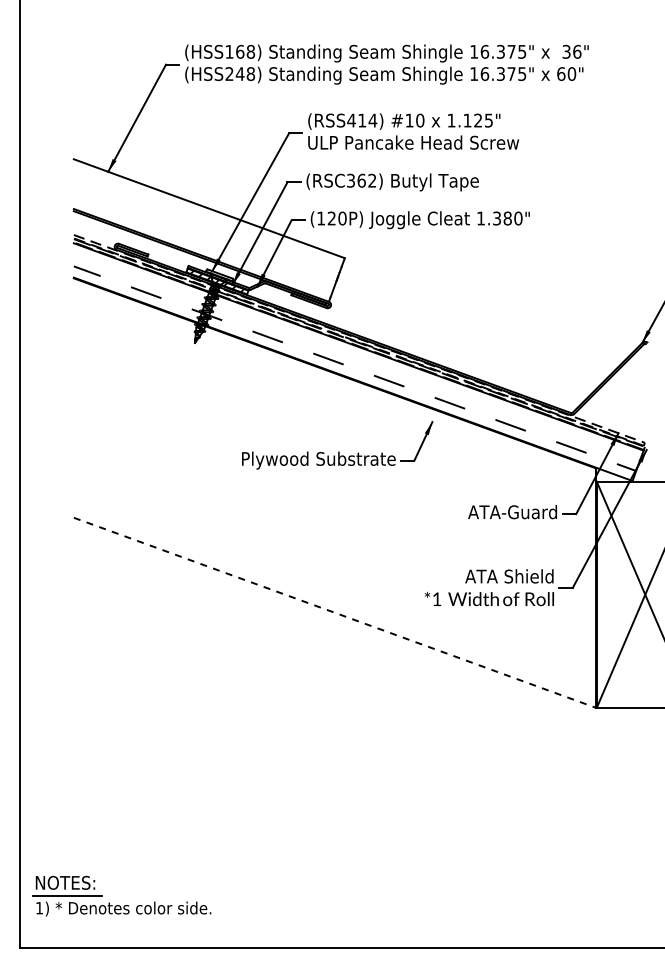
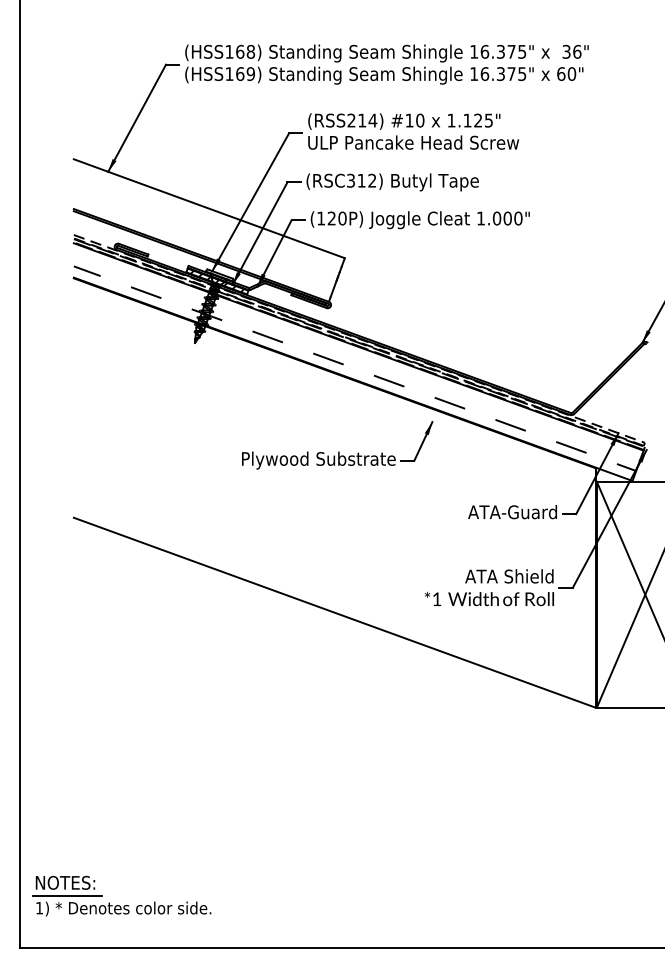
text at (240, 74): (HSS248) -> (HSS169)
text at (351, 120): (RSS414) -> (RSS214)
text at (361, 180): (RSC362) -> (RSC312)
text at (501, 218): 1.380" -> 1.000"
line at (335, 612): dashed -> solid
